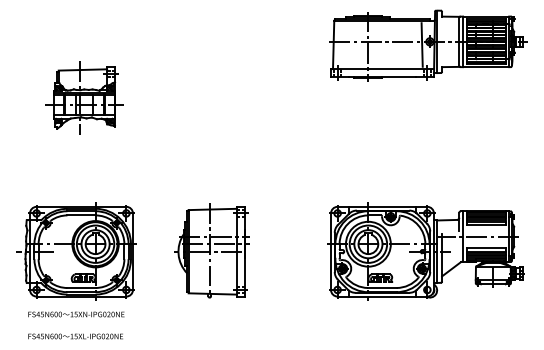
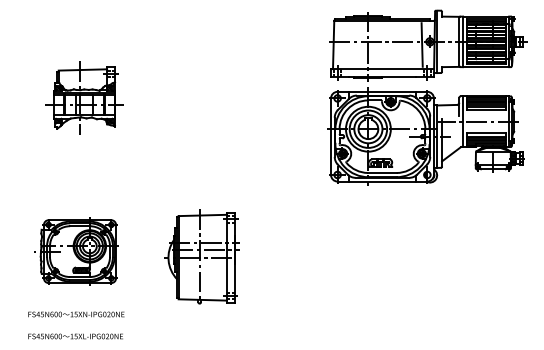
part at (211, 250) position: (211, 250) -> (201, 256)
part at (76, 251) size: 121x99 px -> 85x69 px
part at (425, 251) position: (425, 251) -> (425, 136)
